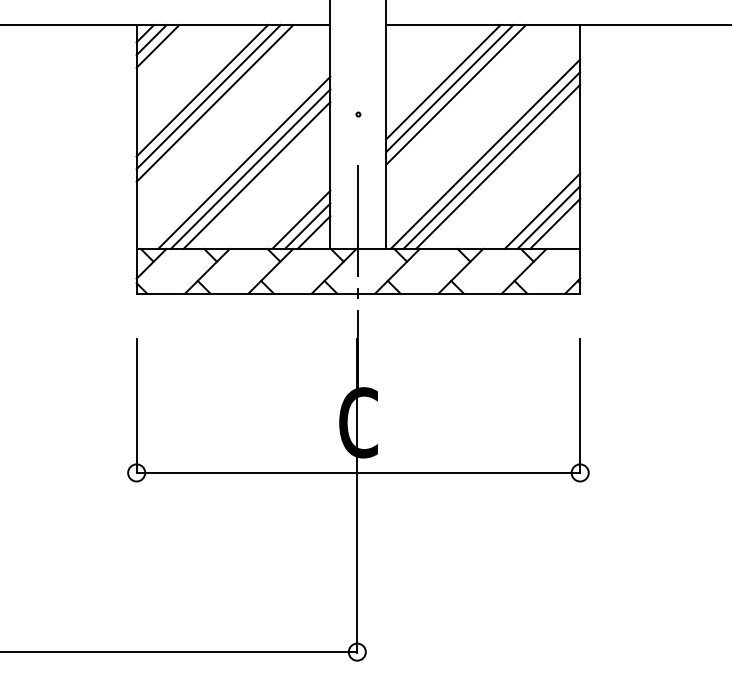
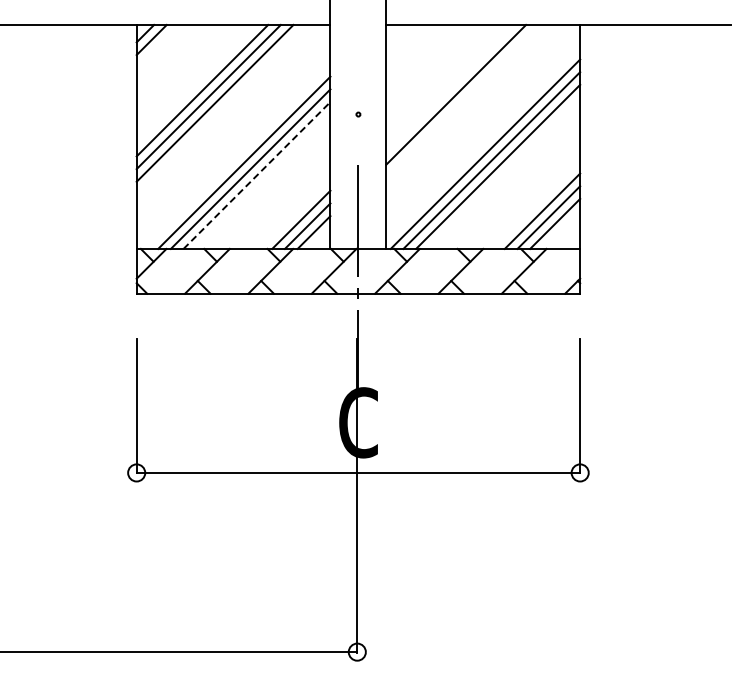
line at (157, 45): present -> none
line at (443, 81): present -> none
line at (449, 87): present -> none
line at (256, 175): solid -> dashed
